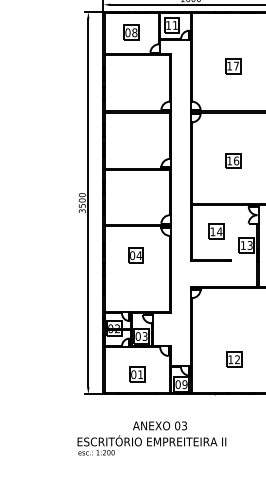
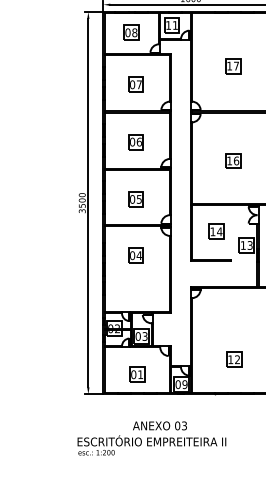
part at (135, 84): none -> present
part at (135, 142): none -> present
part at (135, 199): none -> present
